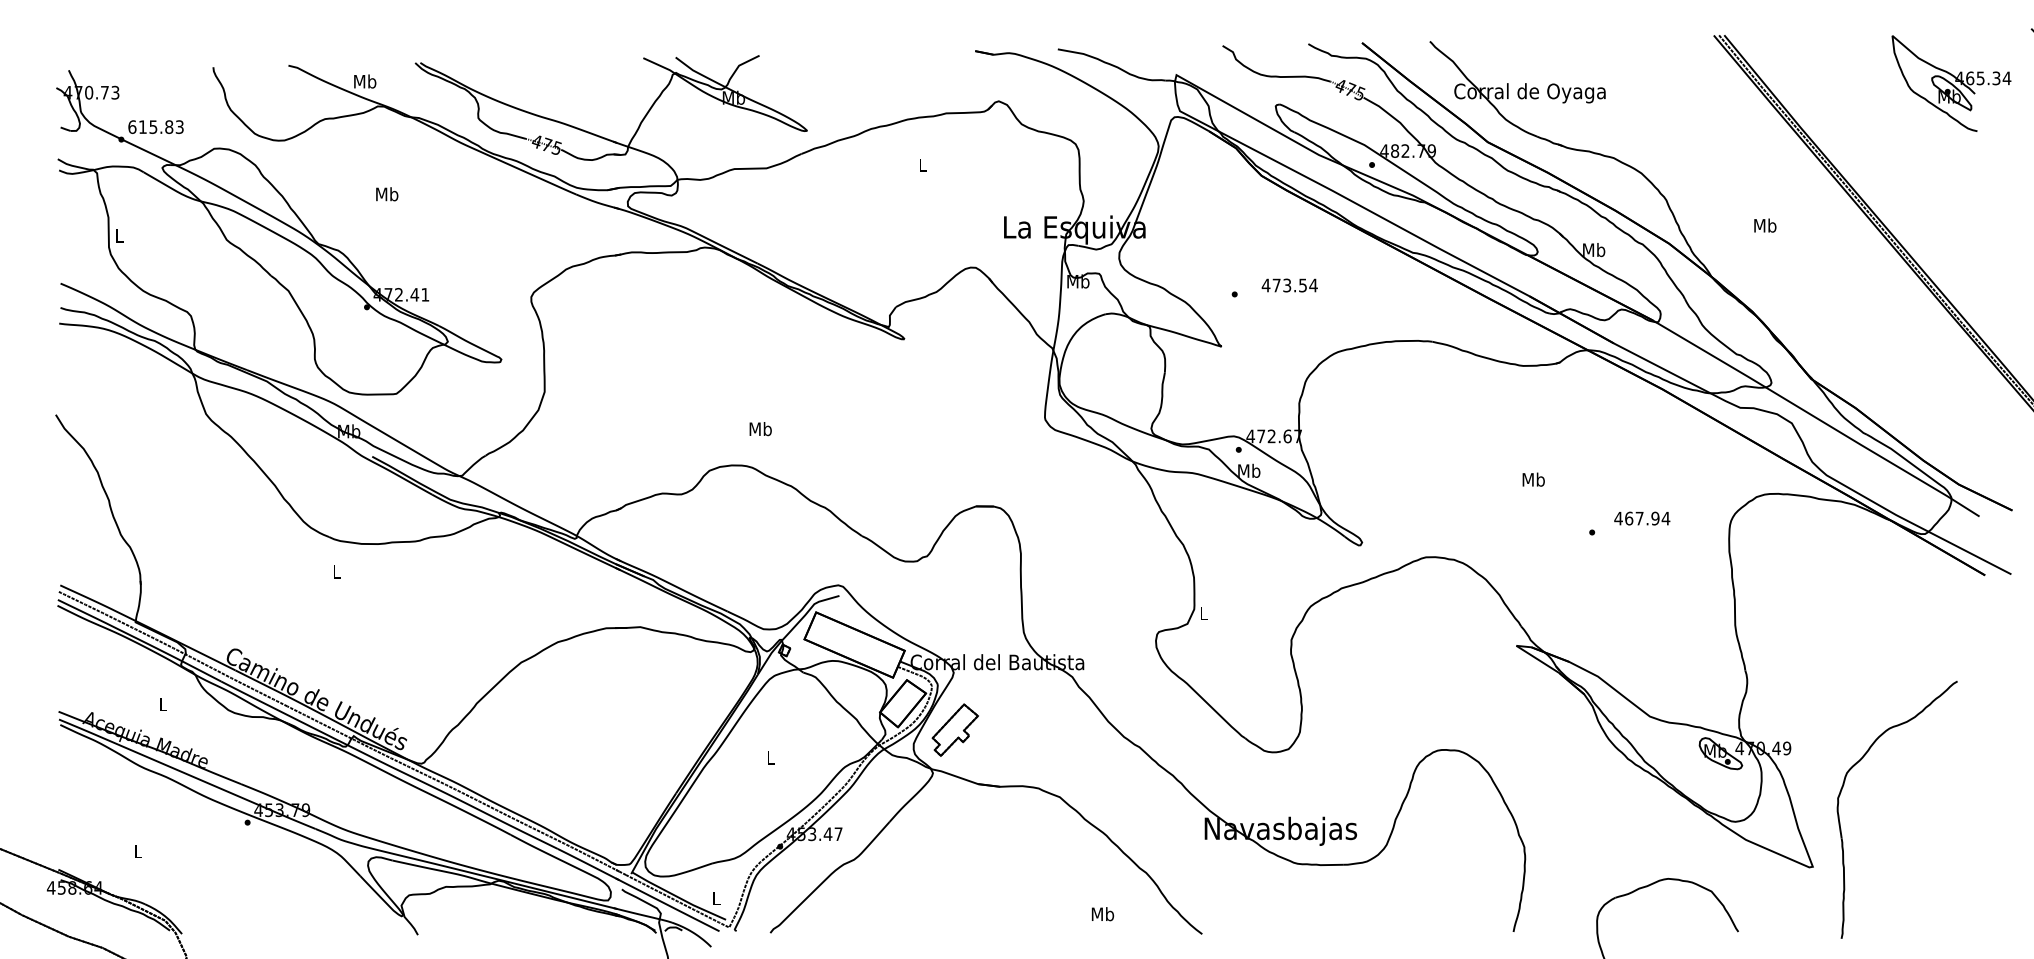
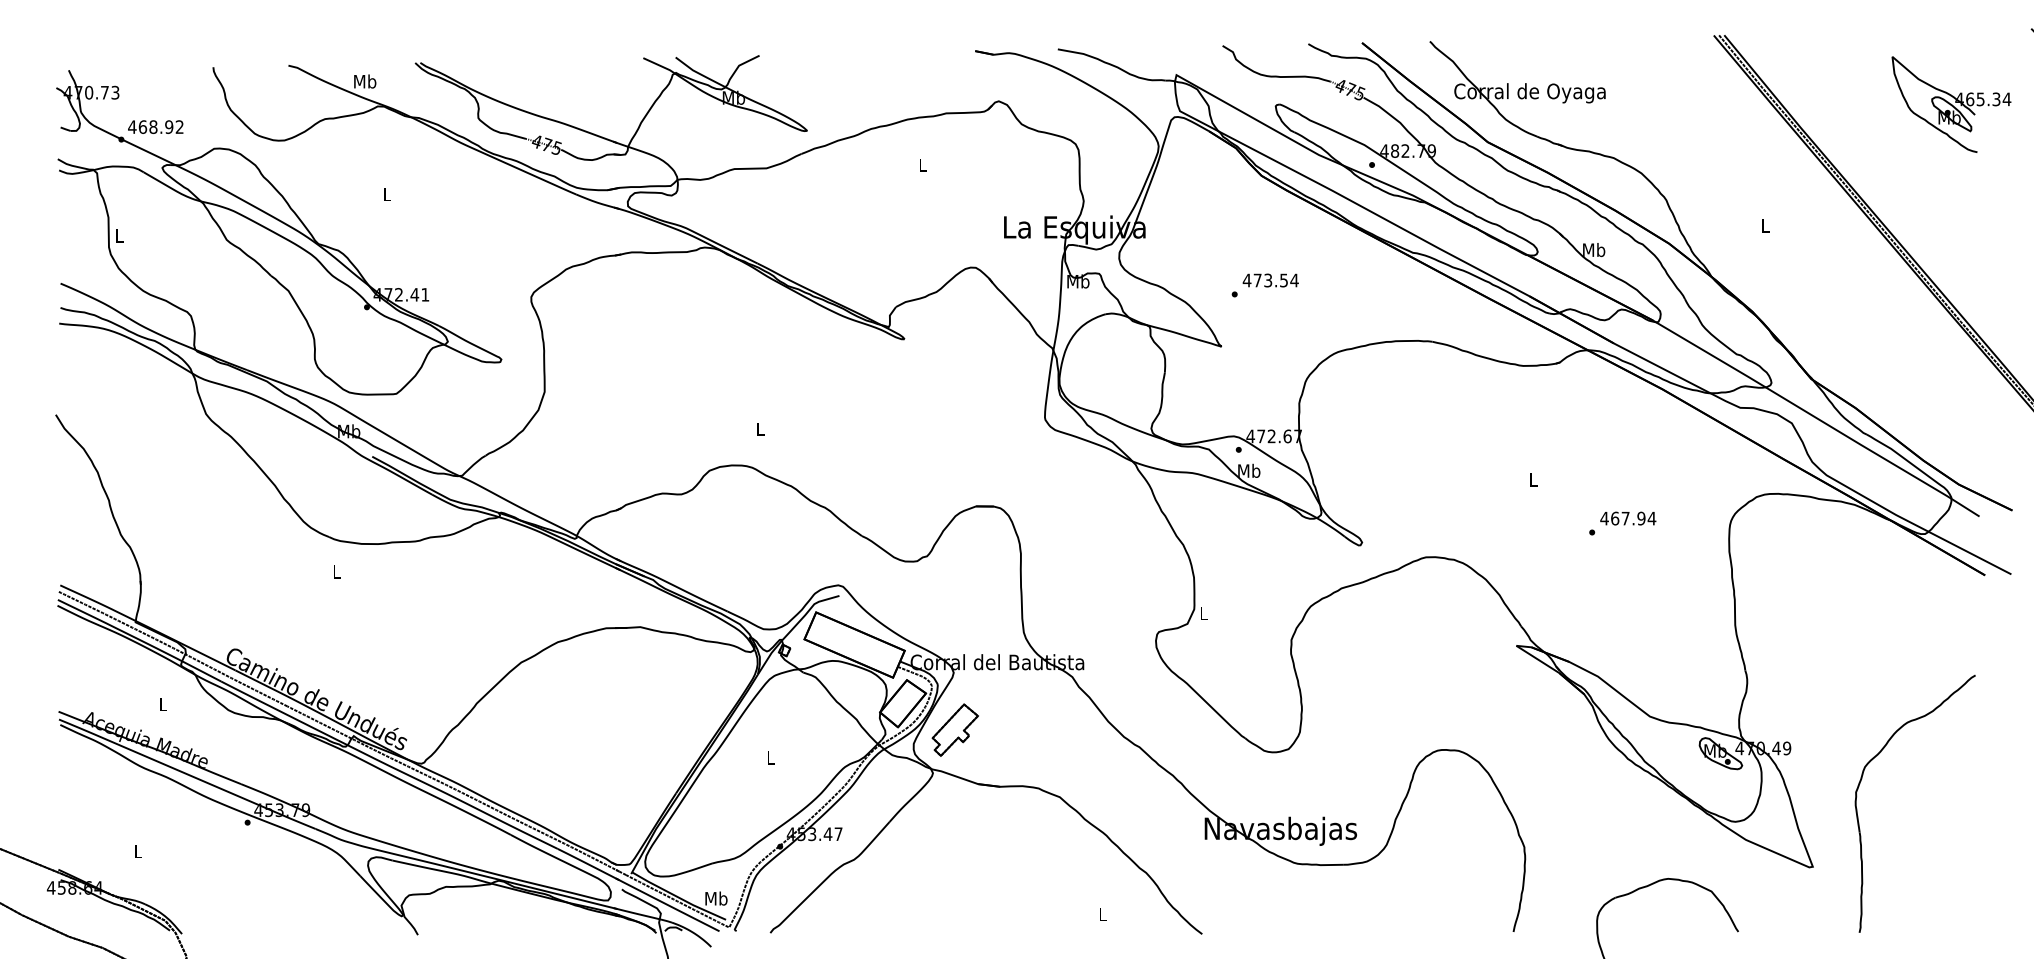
part at (1951, 83) position: (1951, 83) -> (1951, 104)
text at (155, 126): 615.83 -> 468.92
text at (387, 194): Mb -> L
text at (1765, 225): Mb -> L
text at (1289, 285) position: (1289, 285) -> (1270, 280)
text at (760, 429): Mb -> L
text at (1533, 479): Mb -> L
text at (1642, 518) position: (1642, 518) -> (1628, 518)
part at (1839, 814) position: (1839, 814) -> (1857, 808)
text at (716, 898): L -> Mb
text at (1102, 914): Mb -> L
